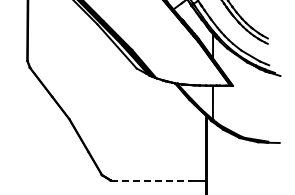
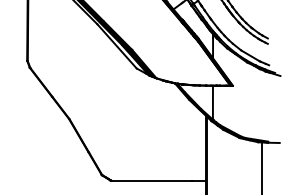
line at (262, 166): none -> present
line at (152, 180): dashed -> solid
